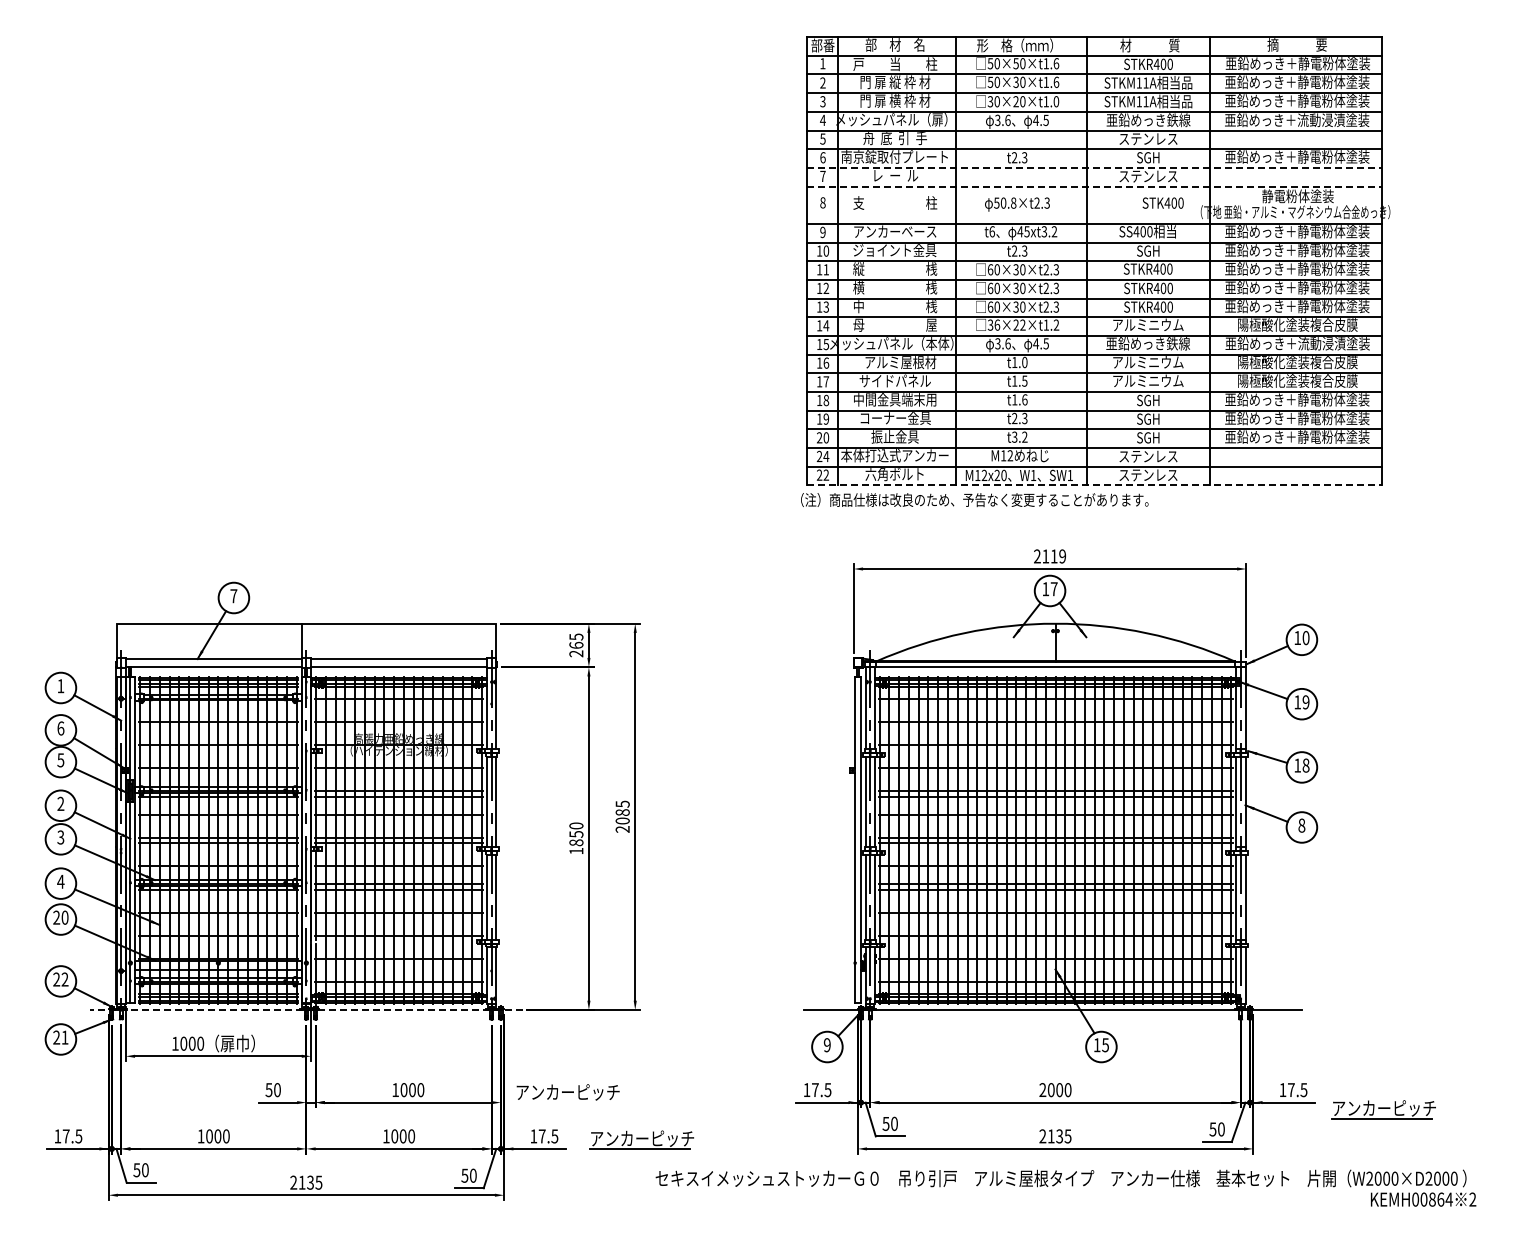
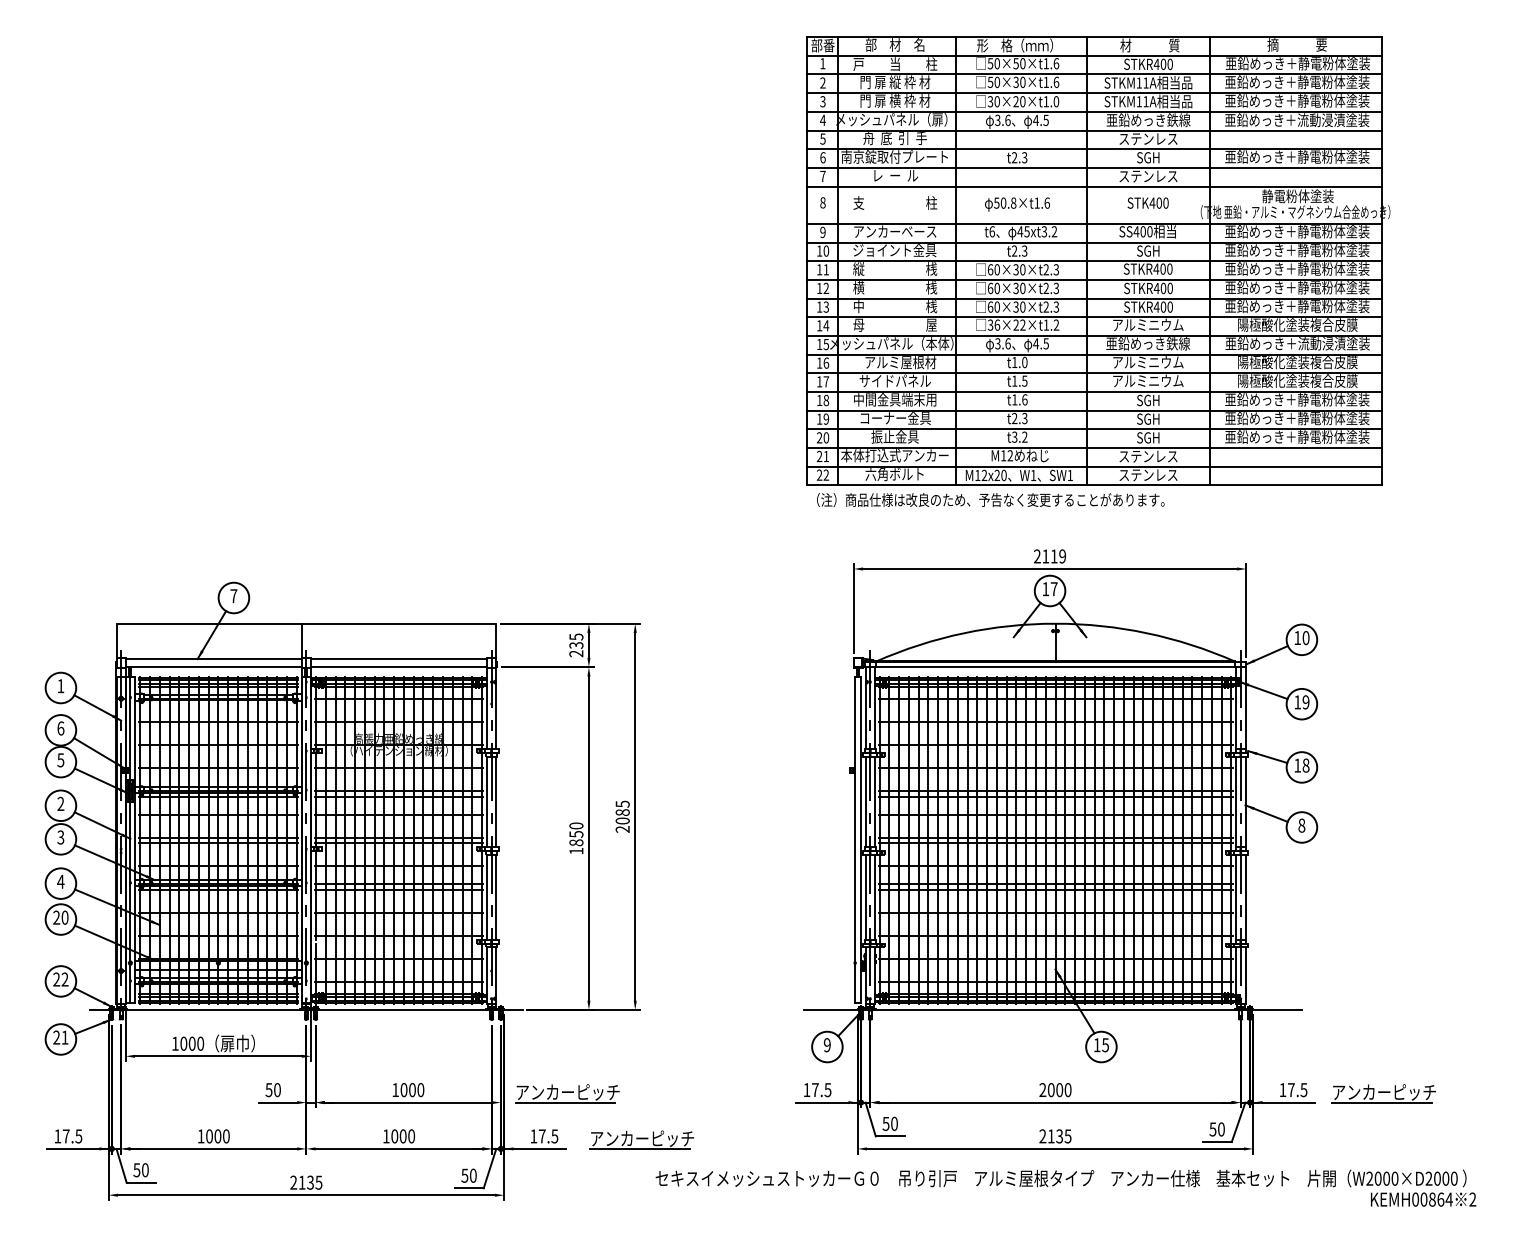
line at (1095, 167): dashed -> solid
line at (1095, 186): dashed -> solid
text at (1042, 202): 50.8×t2.3 -> 50.8×t1.6
text at (1162, 202) position: (1162, 202) -> (1147, 202)
text at (826, 456): 24 -> 21
line at (1095, 485): dashed -> solid
text at (974, 499) position: (974, 499) -> (990, 499)
text at (576, 644): 265 -> 235
line at (305, 1009): dashed -> solid
line at (565, 1102): none -> present
part at (1383, 1109) position: (1383, 1109) -> (1383, 1093)
